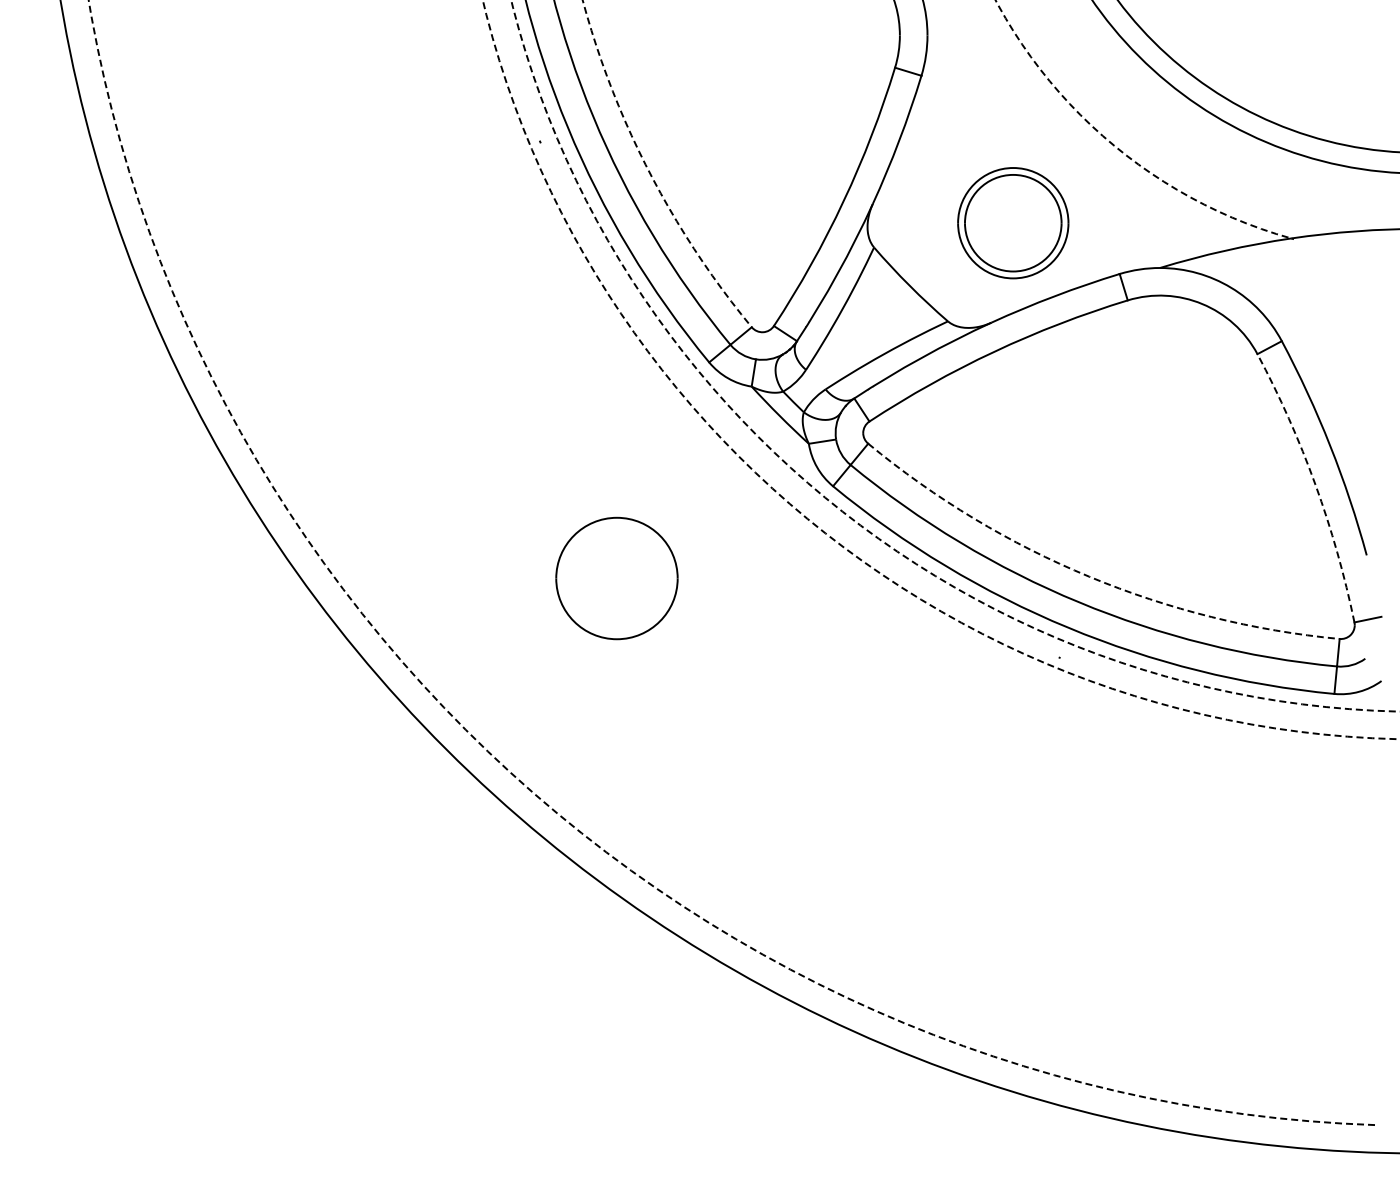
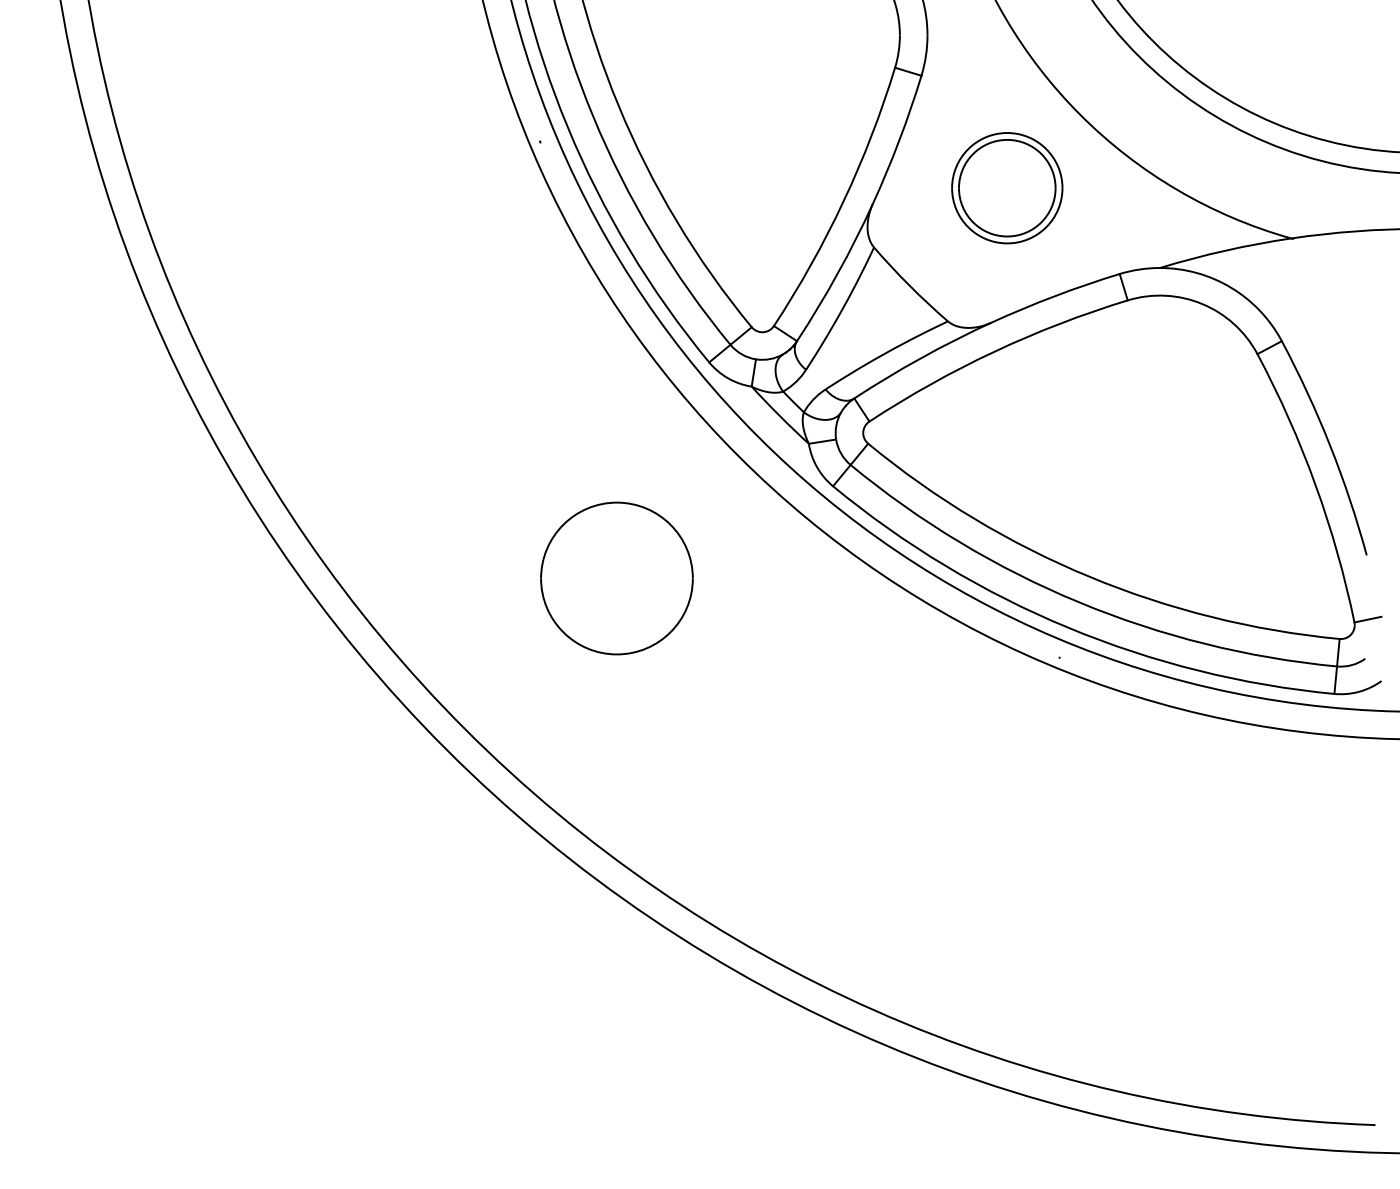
arc at (1118, 148): dashed -> solid
arc at (649, 172): dashed -> solid
part at (1013, 223) position: (1013, 223) -> (1007, 188)
arc at (1315, 484): dashed -> solid
arc at (835, 506): dashed -> solid
arc at (815, 524): dashed -> solid
arc at (1089, 576): dashed -> solid
part at (616, 578) size: 124x125 px -> 154x155 px
arc at (530, 790): dashed -> solid
